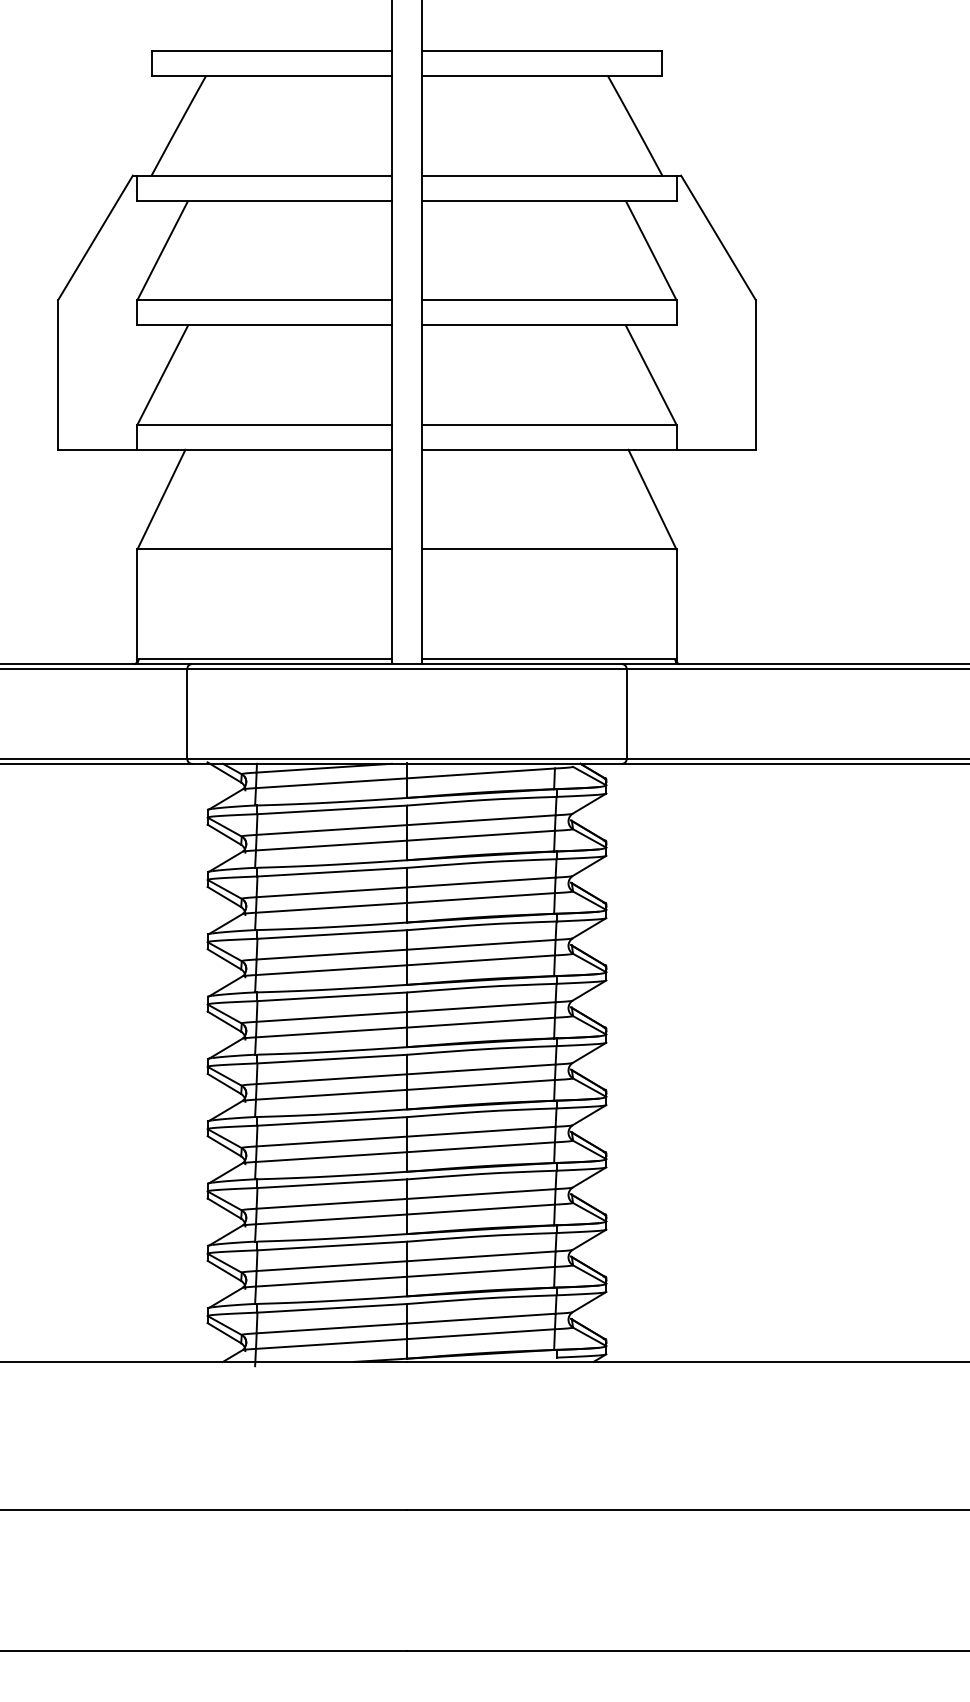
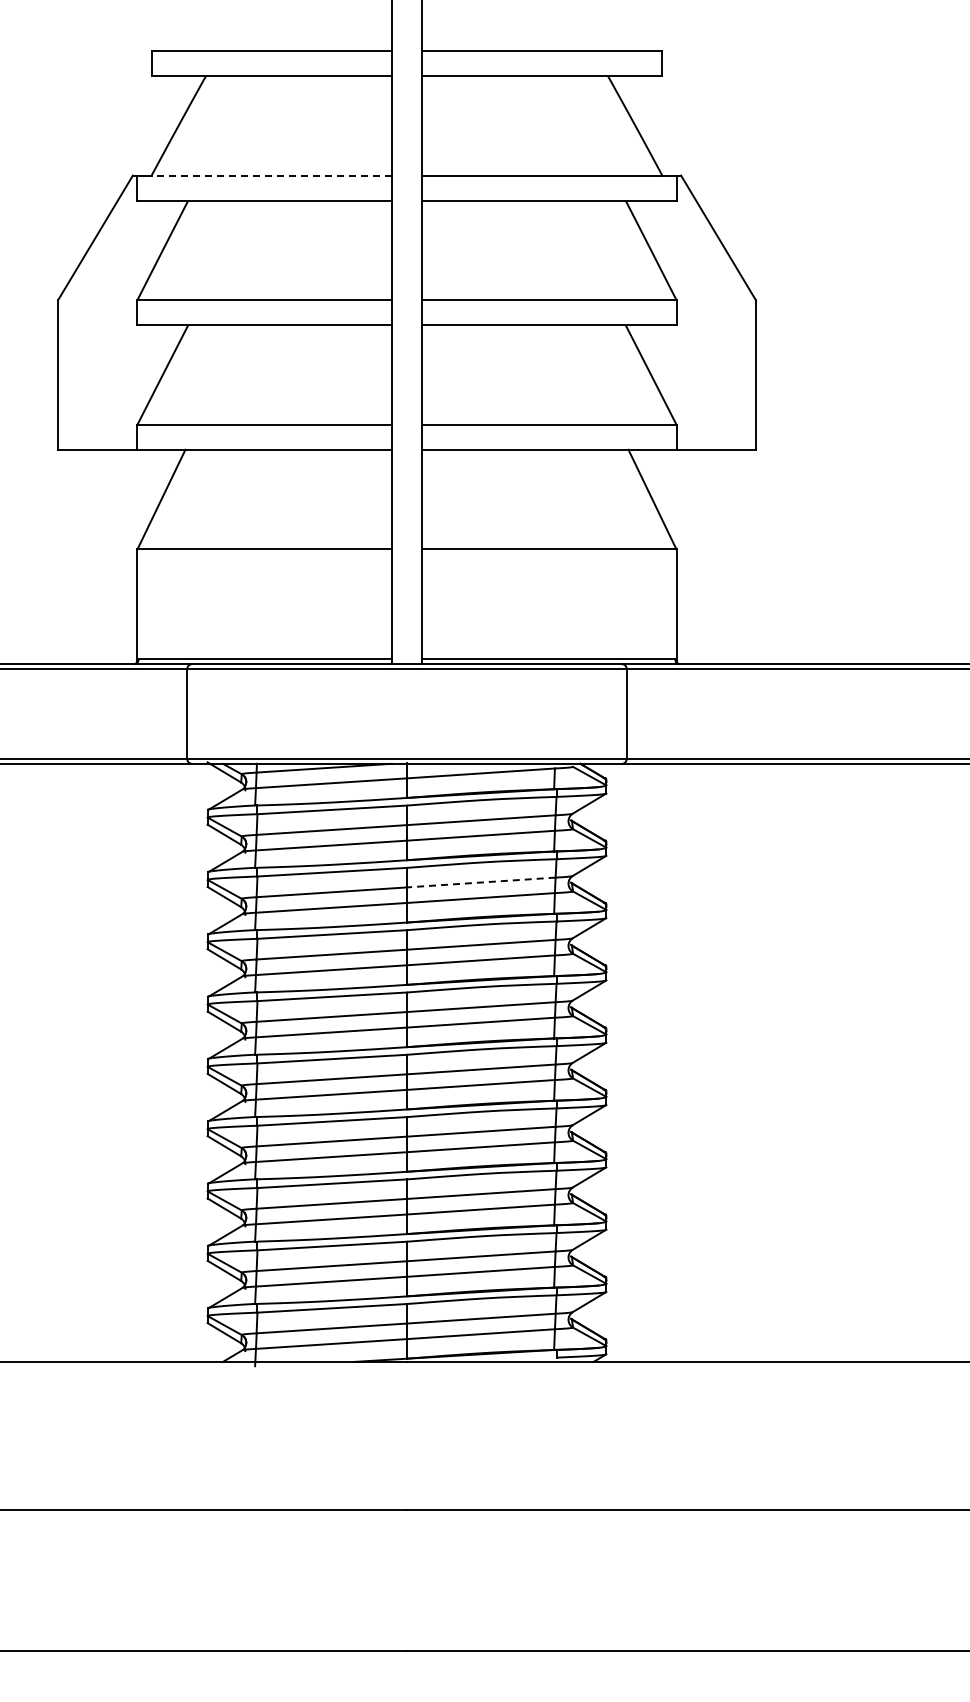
line at (271, 175): solid -> dashed
line at (480, 882): solid -> dashed
